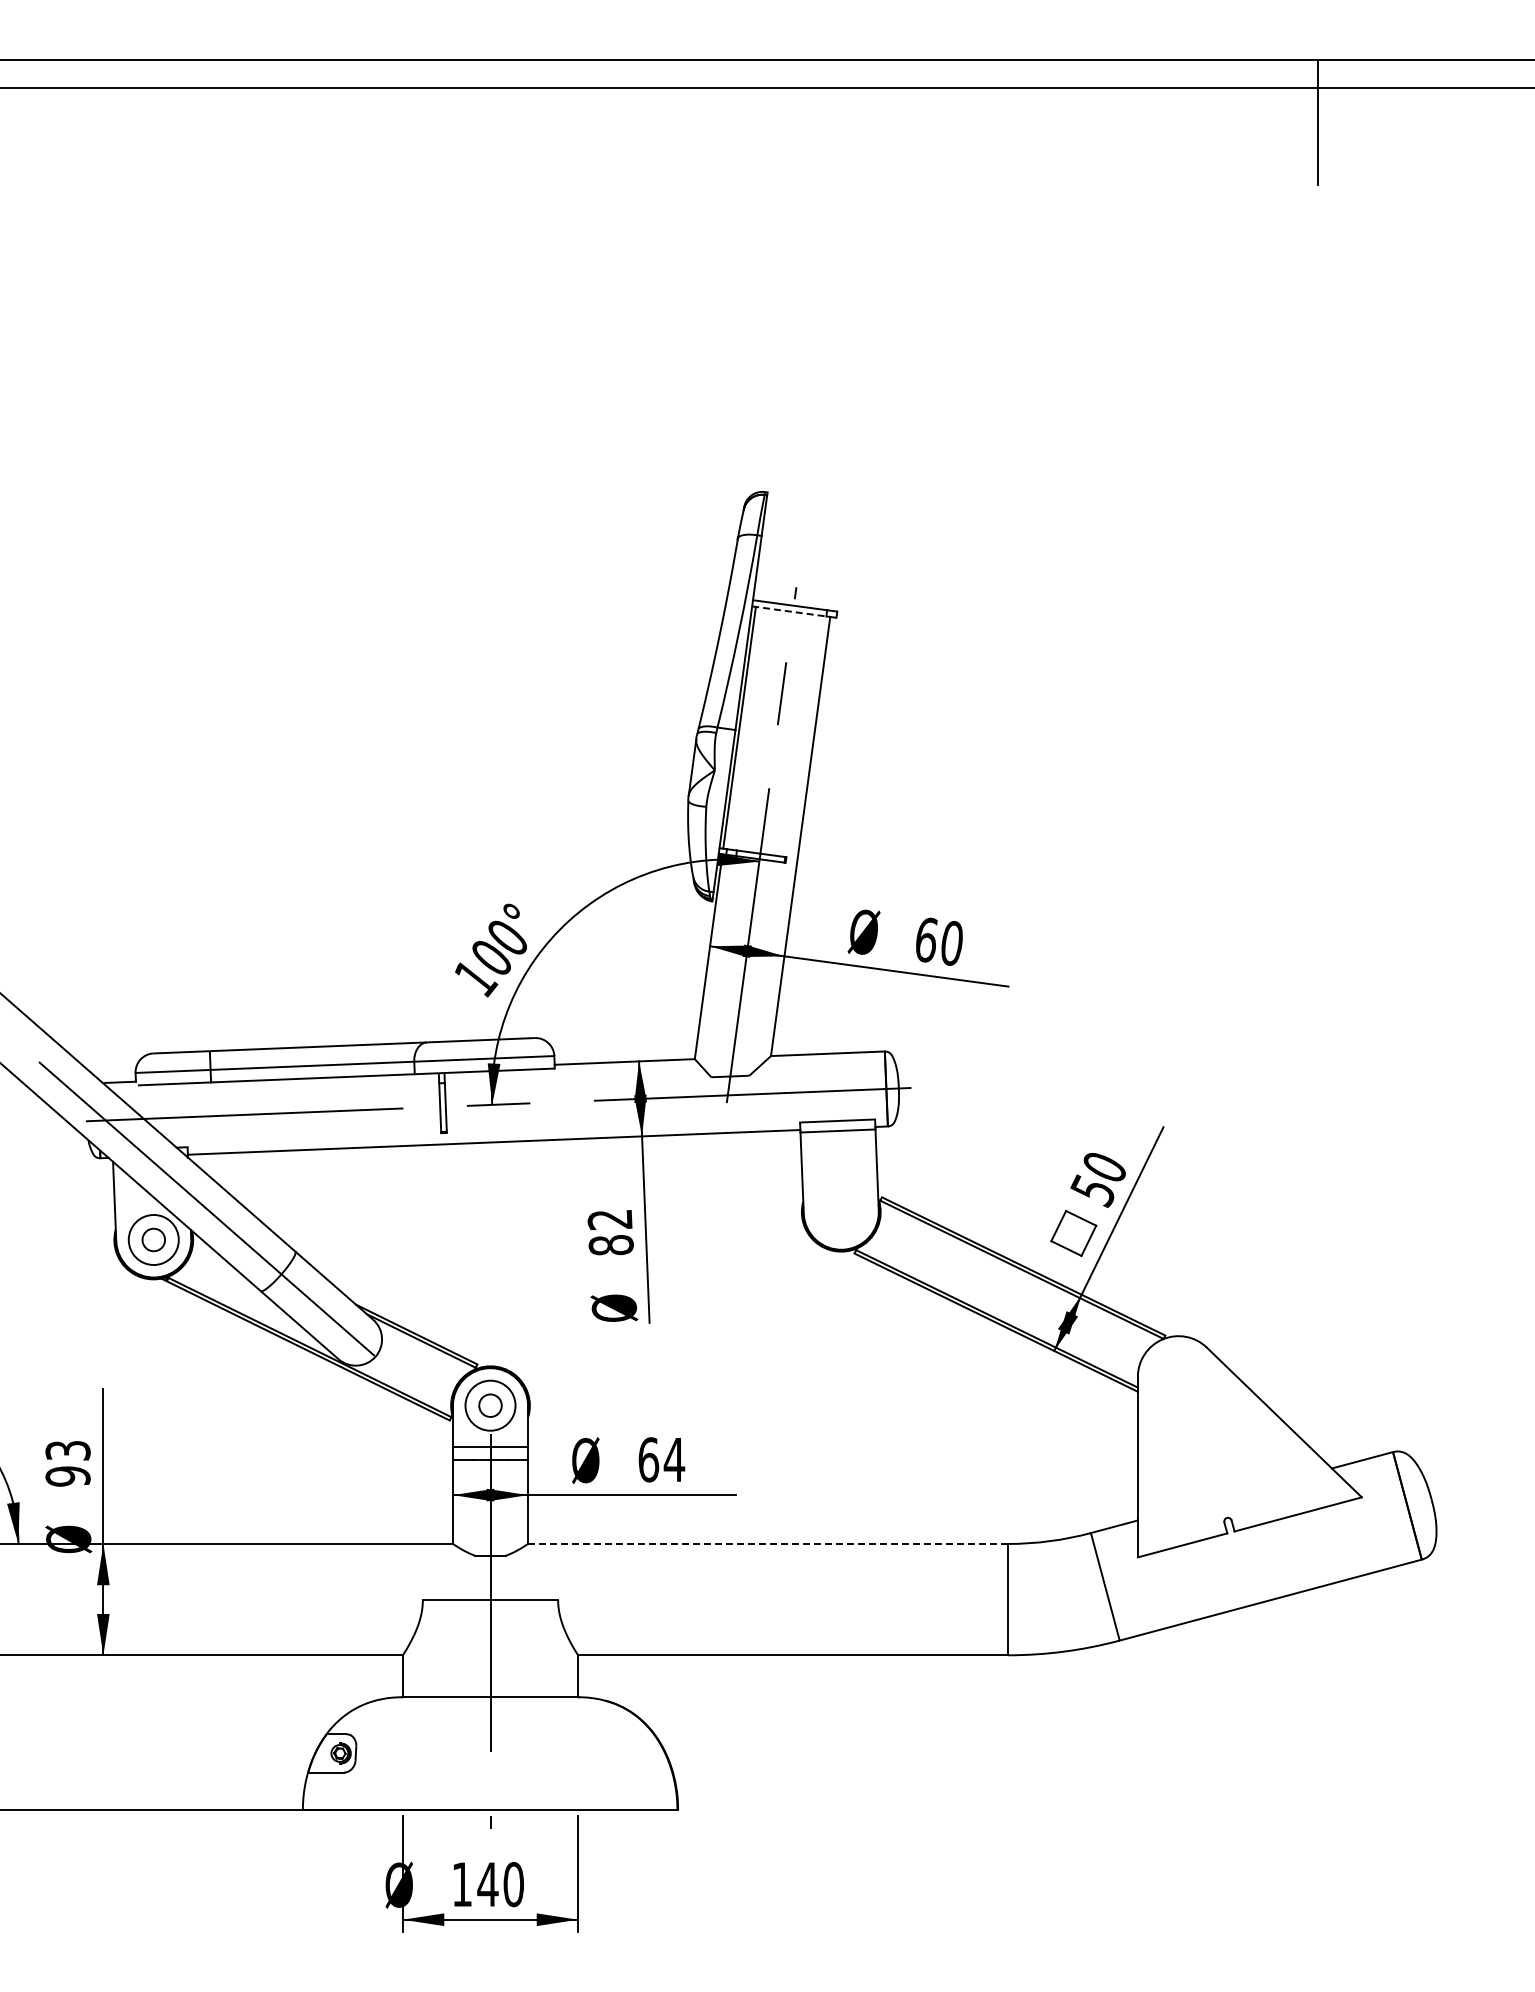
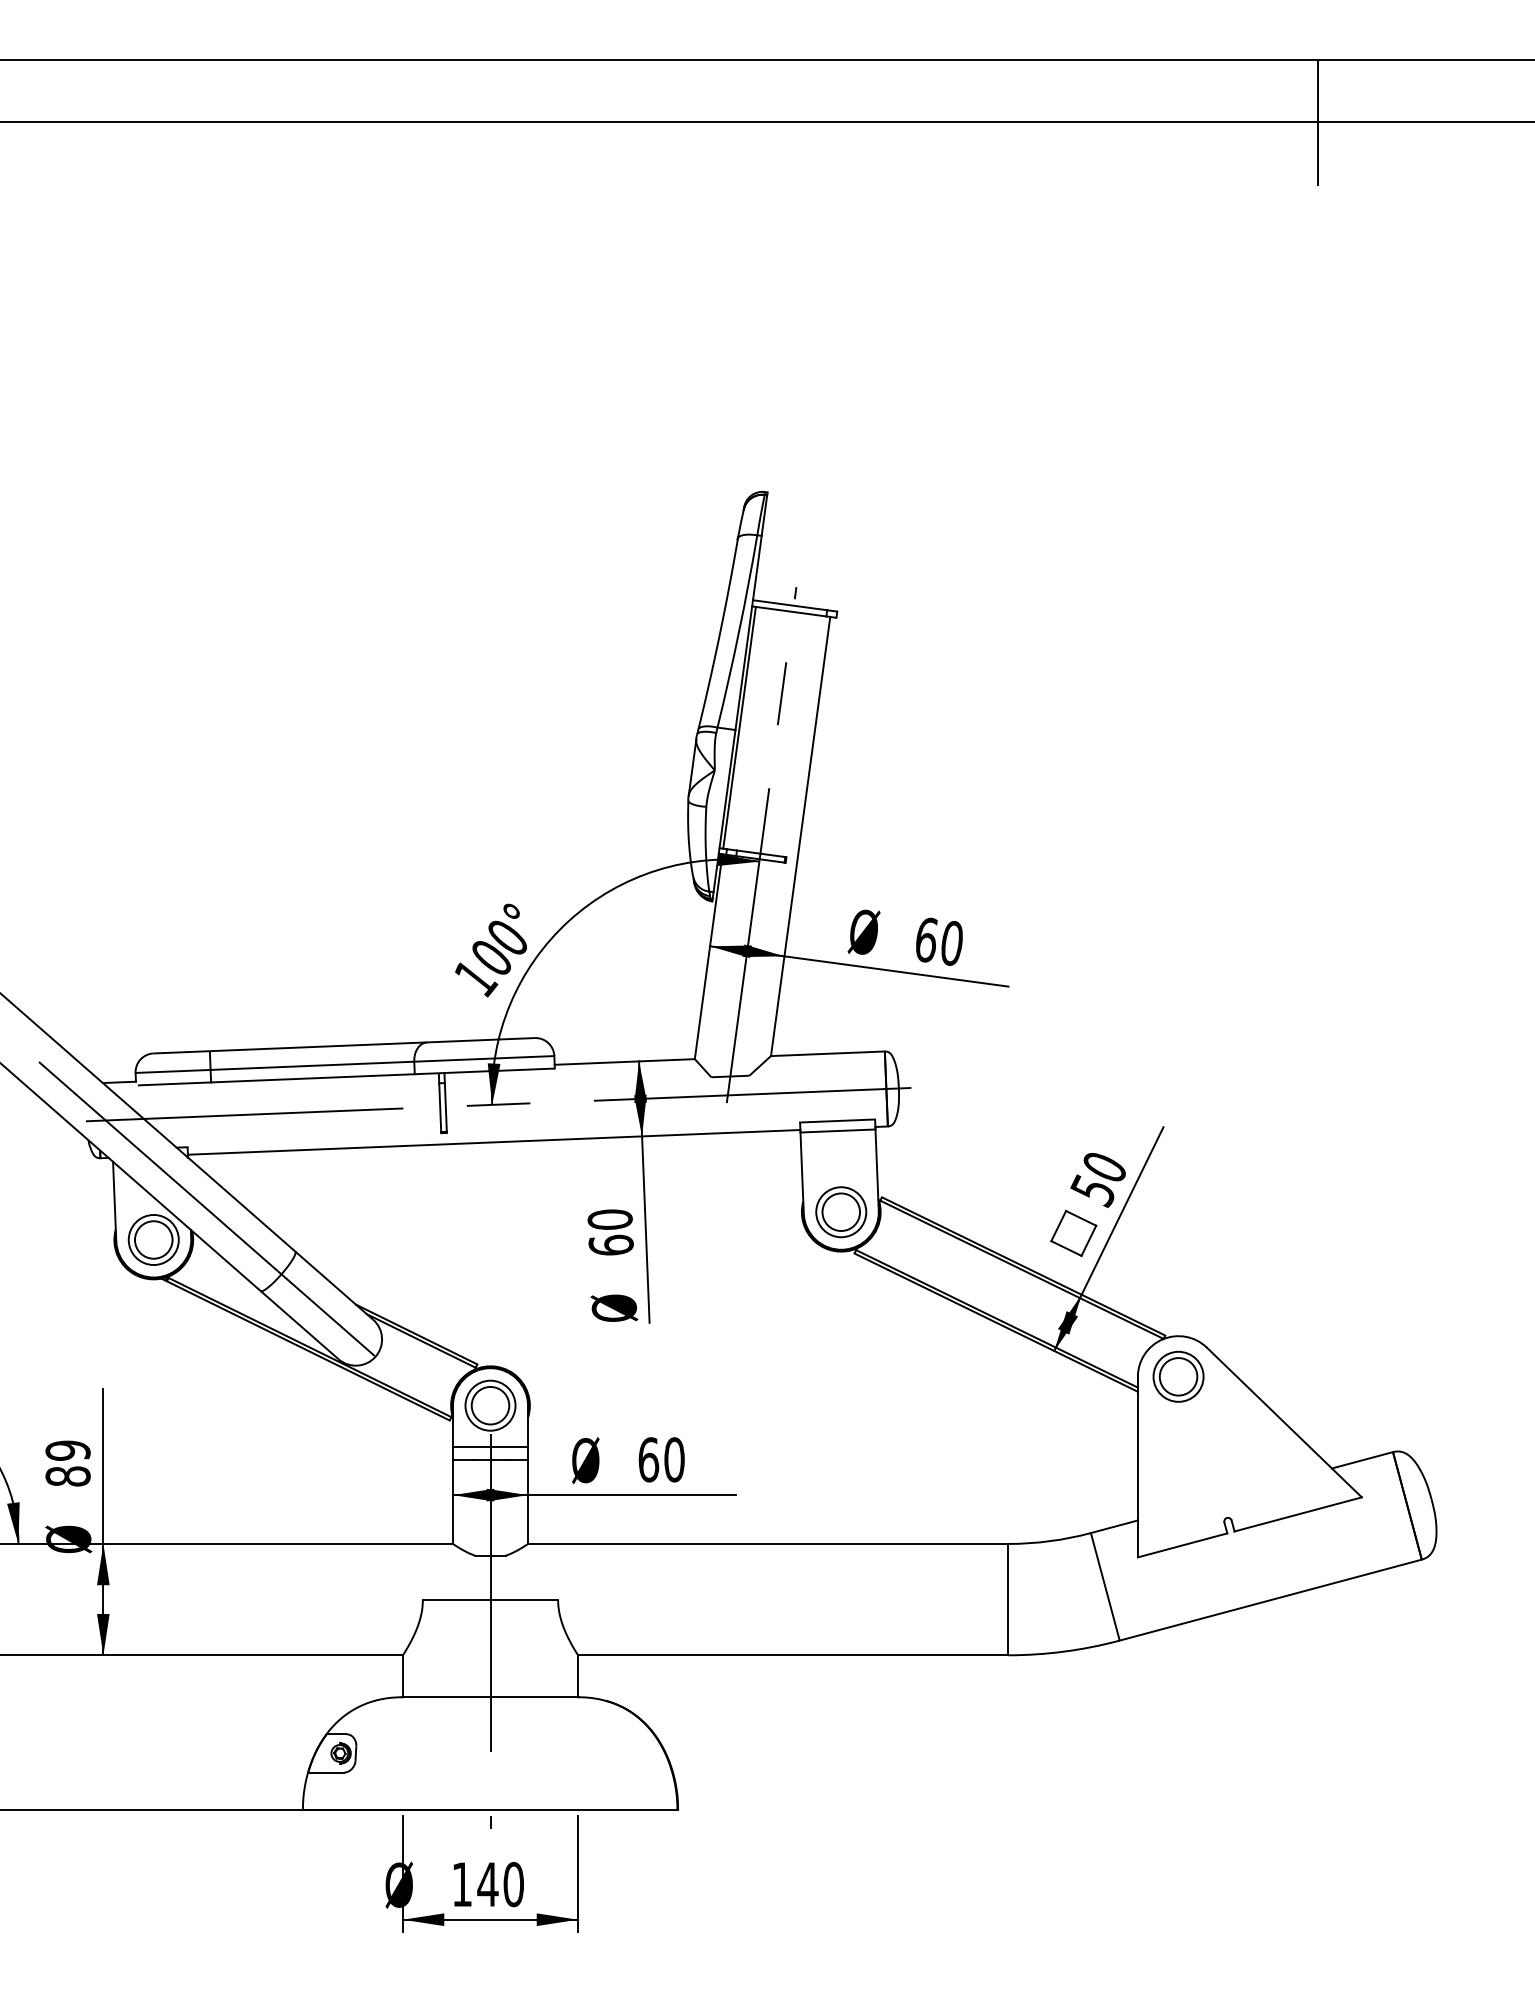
line at (766, 88) position: (766, 88) -> (766, 122)
line at (789, 611): dashed -> solid
part at (841, 1212): none -> present
text at (610, 1232): 82 -> 60
circle at (153, 1239) diameter: 23 px -> 38 px
part at (1178, 1376): none -> present
circle at (490, 1405) diameter: 23 px -> 38 px
text at (674, 1459): 64 -> 60
text at (67, 1463): 93 -> 89
line at (767, 1543): dashed -> solid
